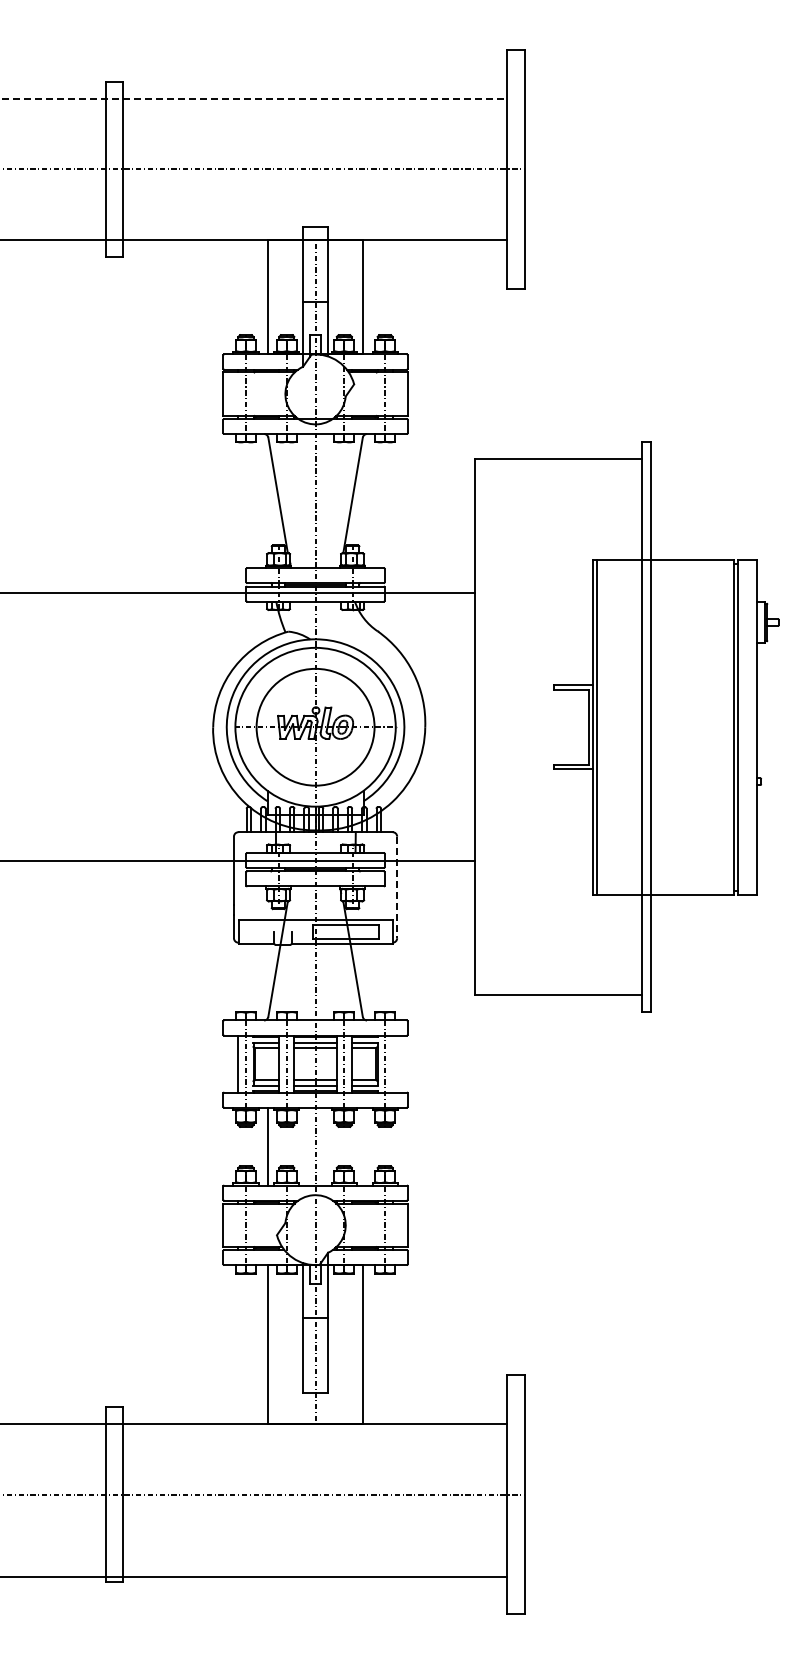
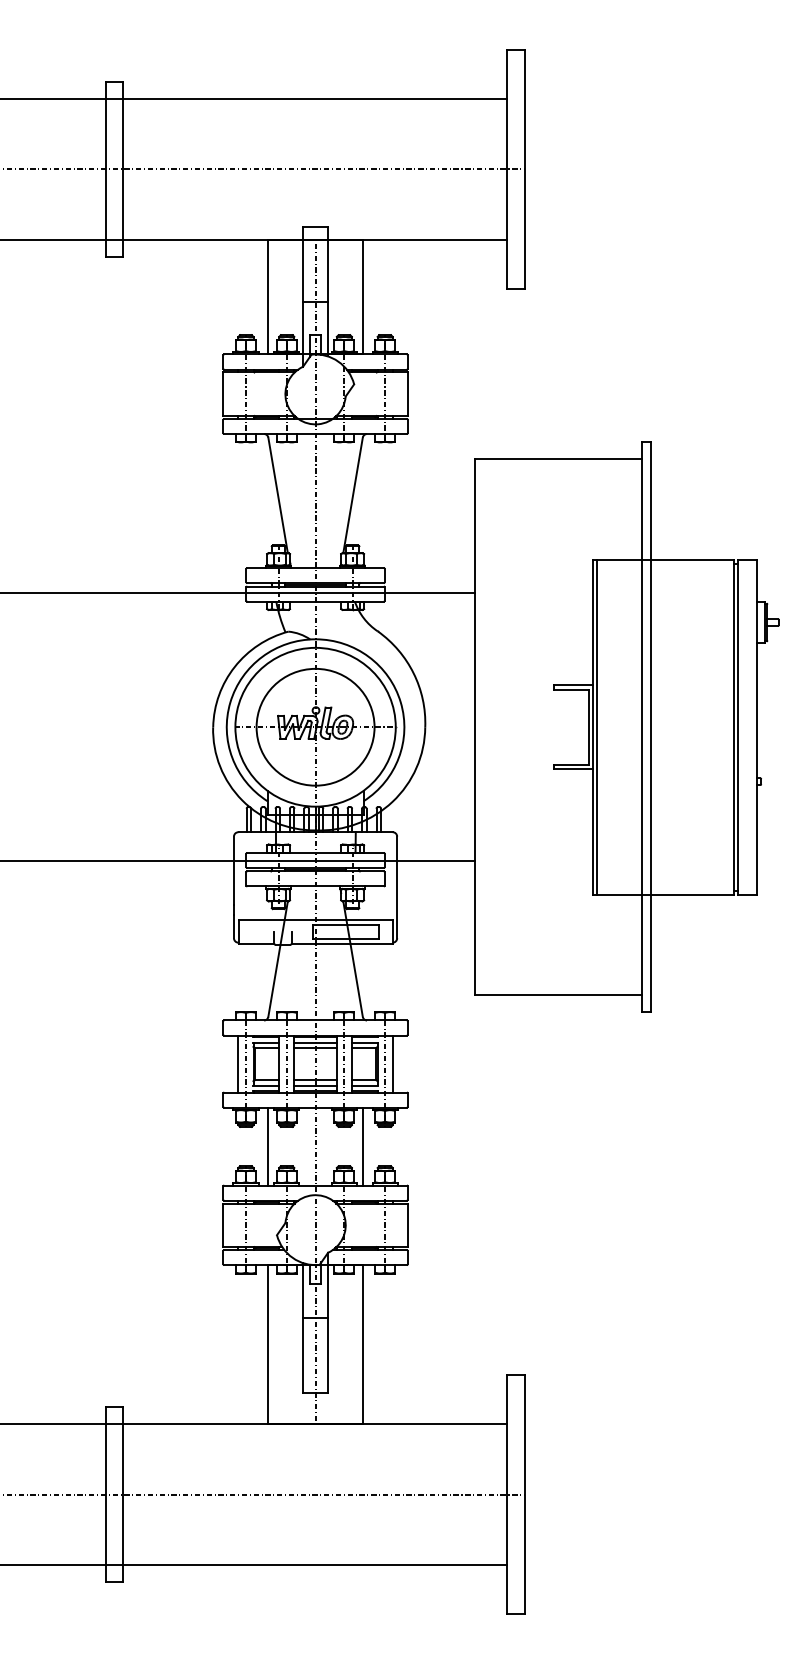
line at (253, 98): dashed -> solid
line at (397, 887): dashed -> solid
line at (392, 1063): none -> present
line at (363, 1146): none -> present
line at (254, 1577) position: (254, 1577) -> (254, 1565)
